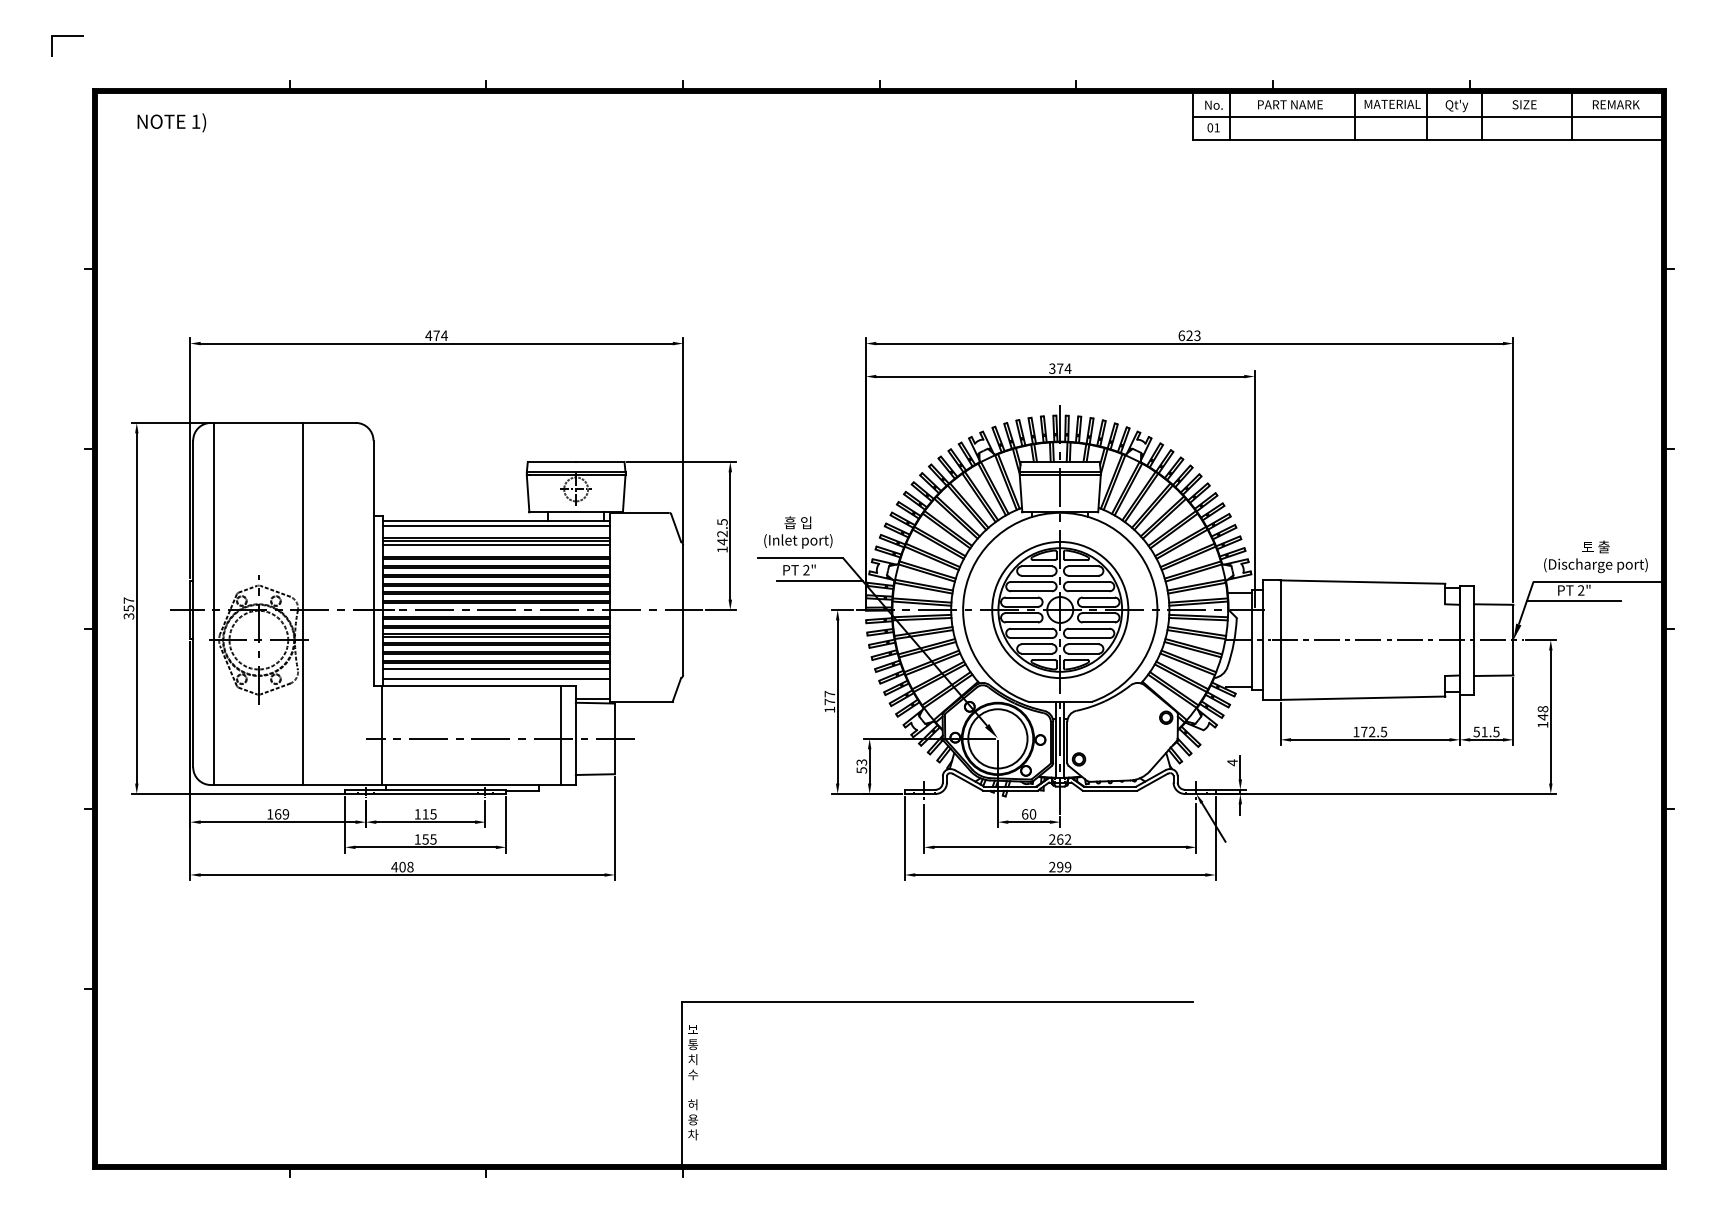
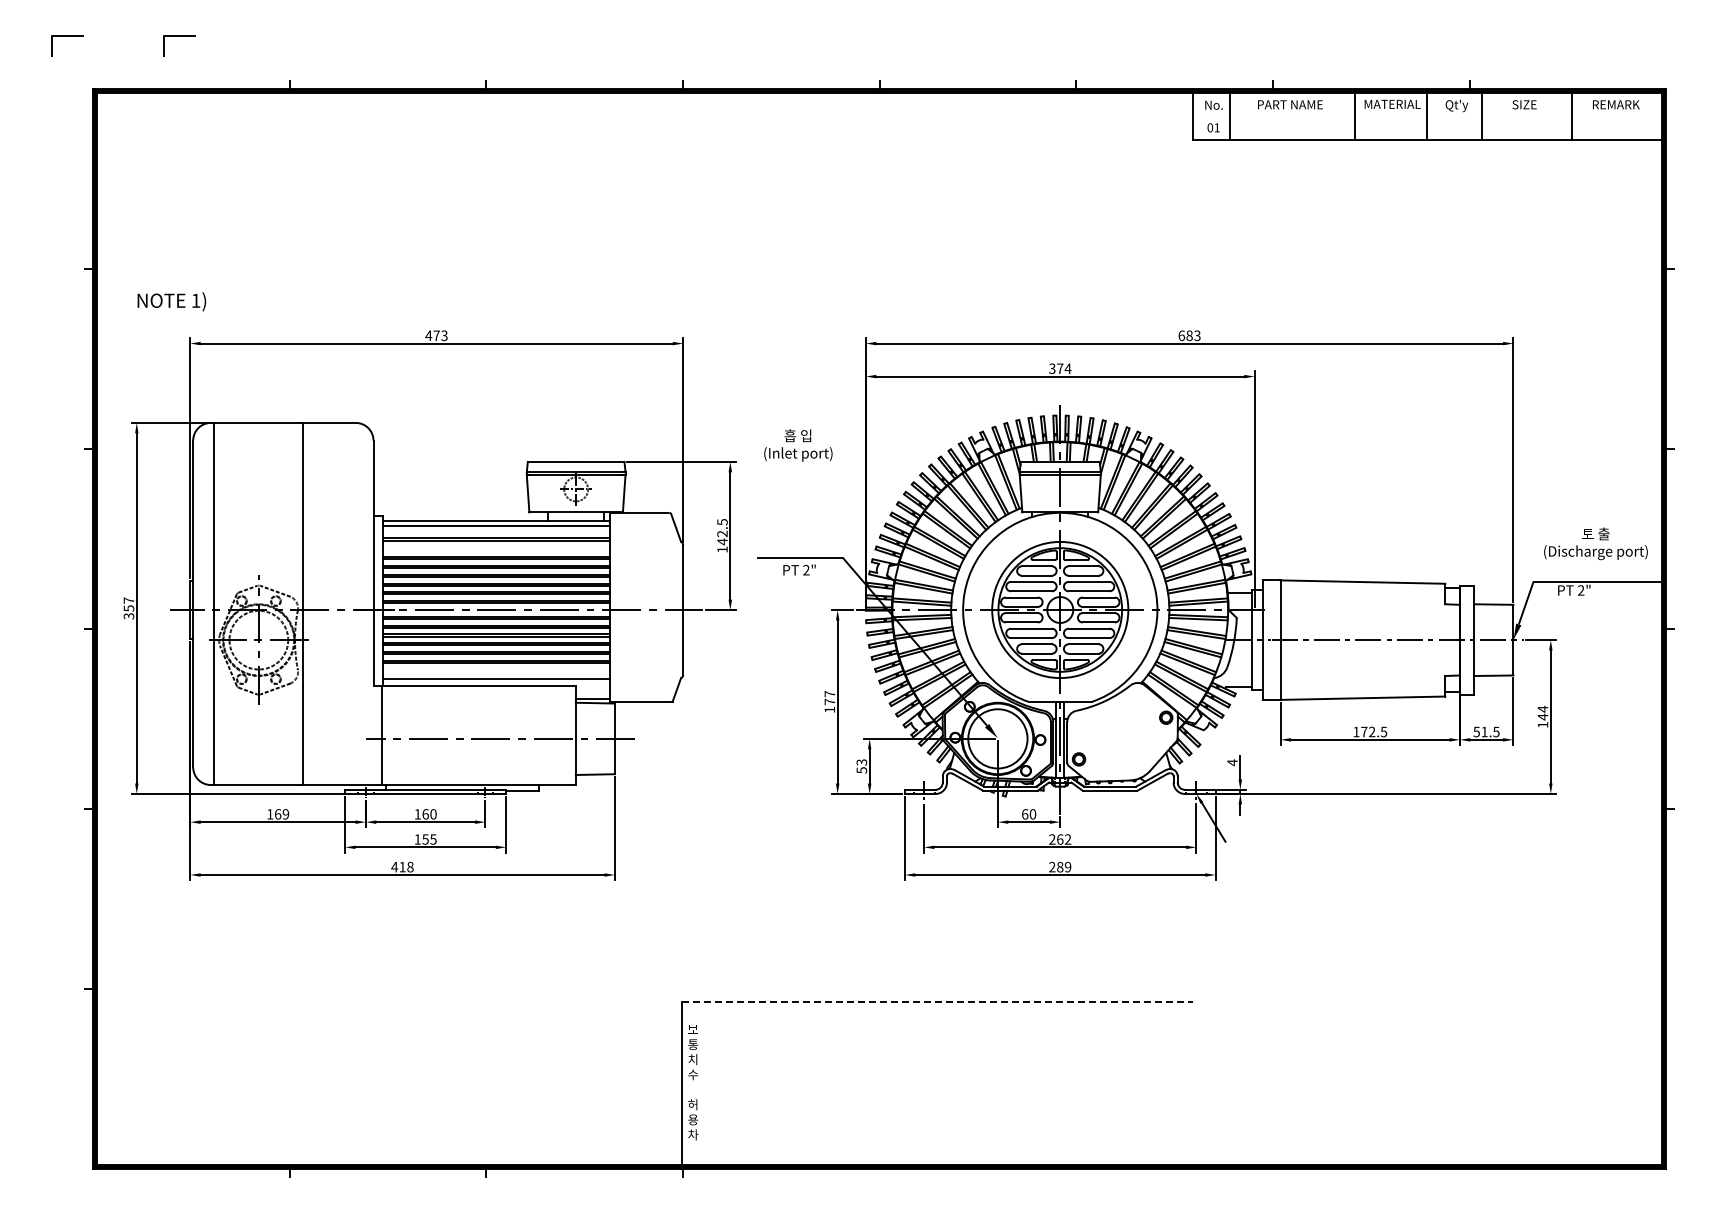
line at (179, 36): none -> present
line at (1427, 116): present -> none
text at (171, 122) position: (171, 122) -> (171, 301)
text at (444, 335): 474 -> 473
text at (1189, 335): 623 -> 683
text at (798, 532) position: (798, 532) -> (798, 445)
line at (496, 544): present -> none
text at (1595, 556) position: (1595, 556) -> (1595, 543)
line at (819, 581): present -> none
line at (1573, 601): present -> none
line at (496, 669): present -> none
text at (1542, 708): 148 -> 144
line at (561, 735): present -> none
text at (429, 814): 115 -> 160
text at (402, 866): 408 -> 418
text at (1060, 867): 299 -> 289
line at (937, 1002): solid -> dashed
